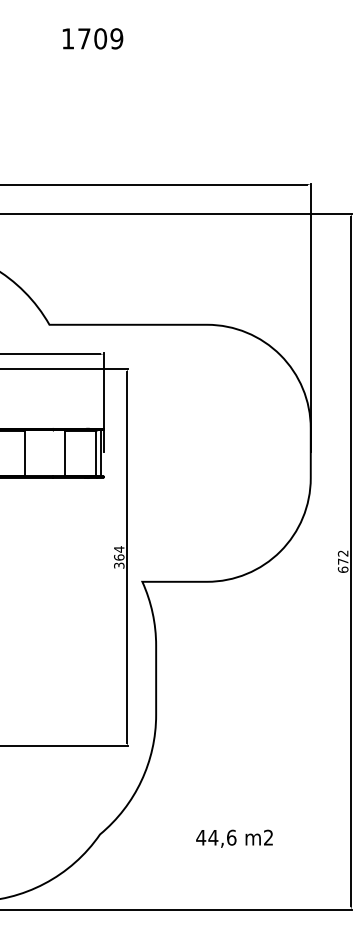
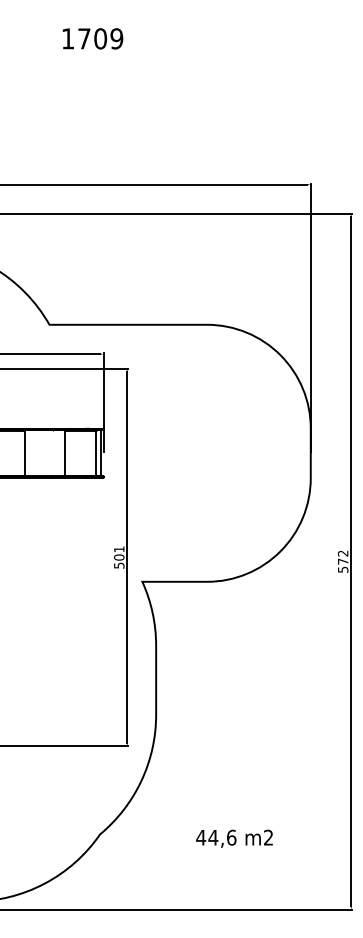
text at (119, 557): 364 -> 501
text at (342, 569): 672 -> 572
